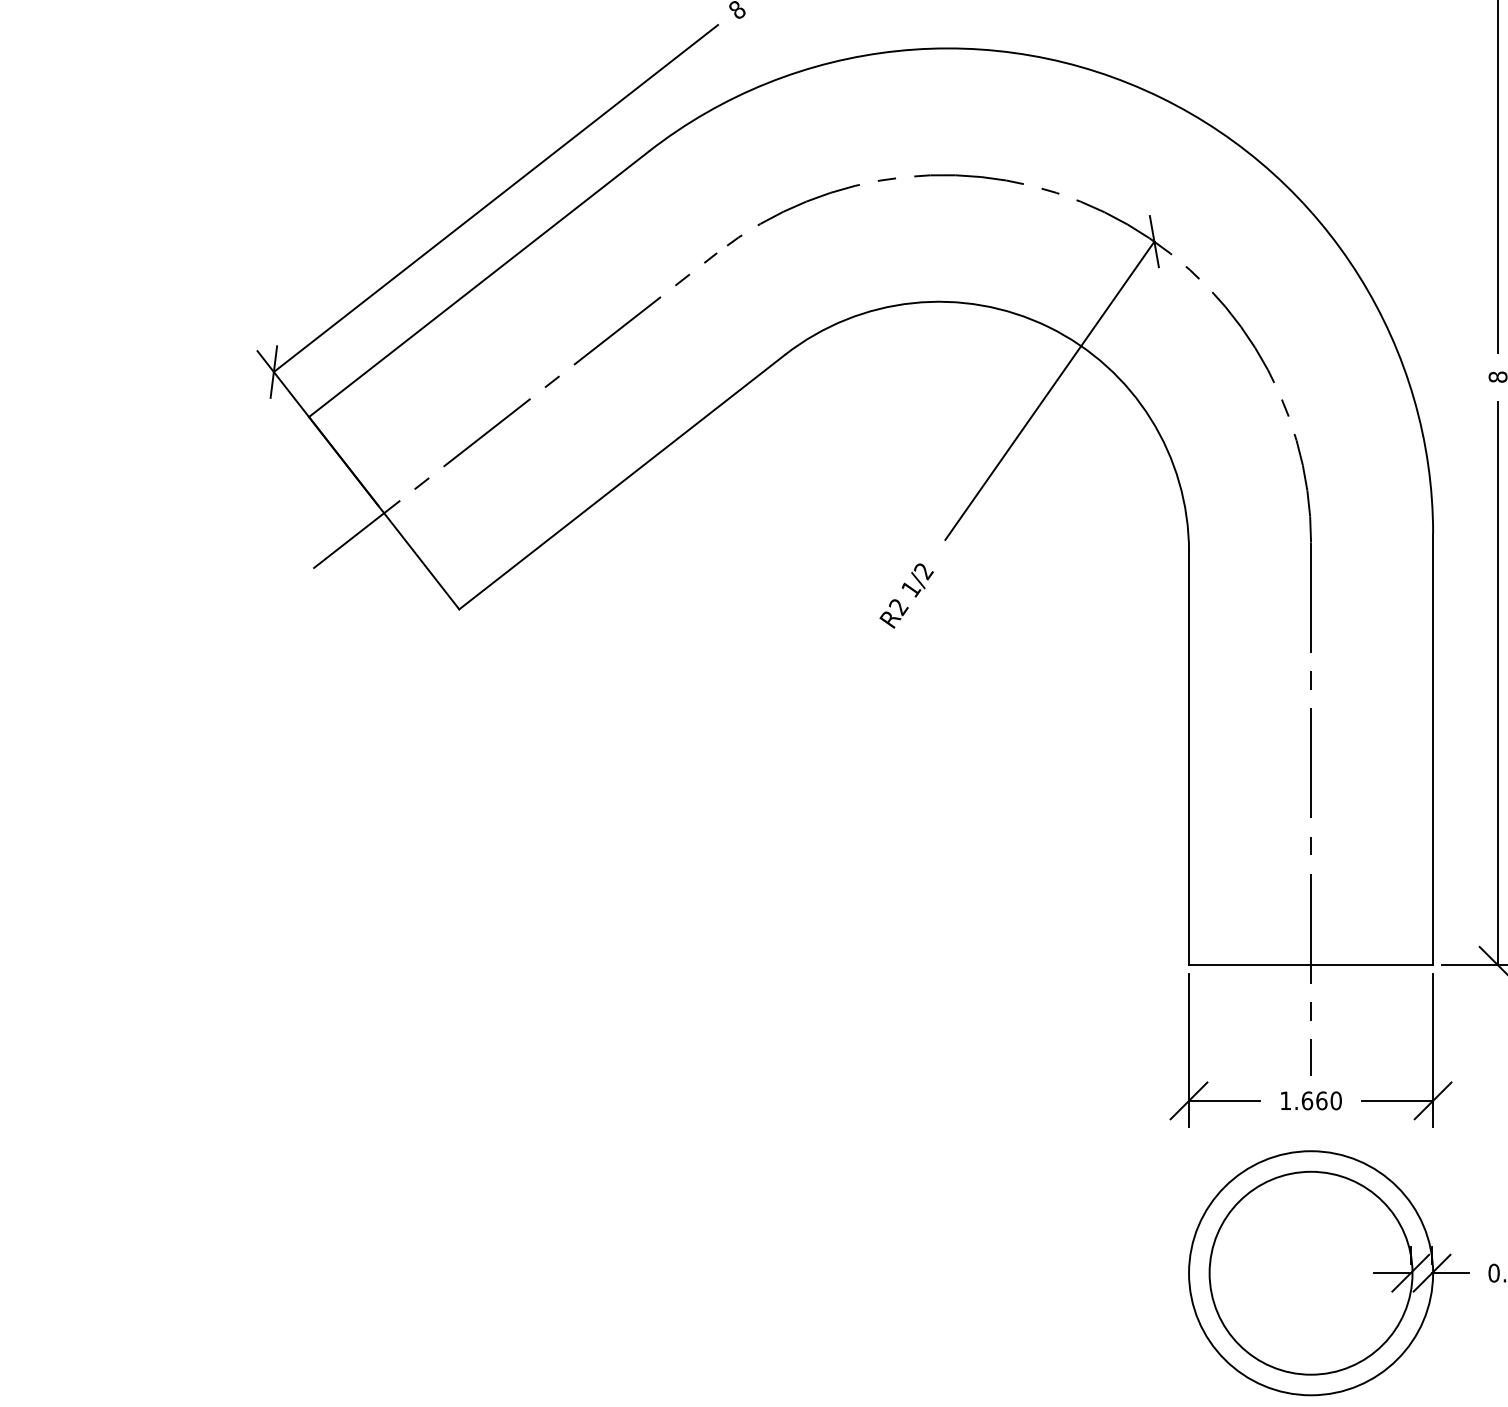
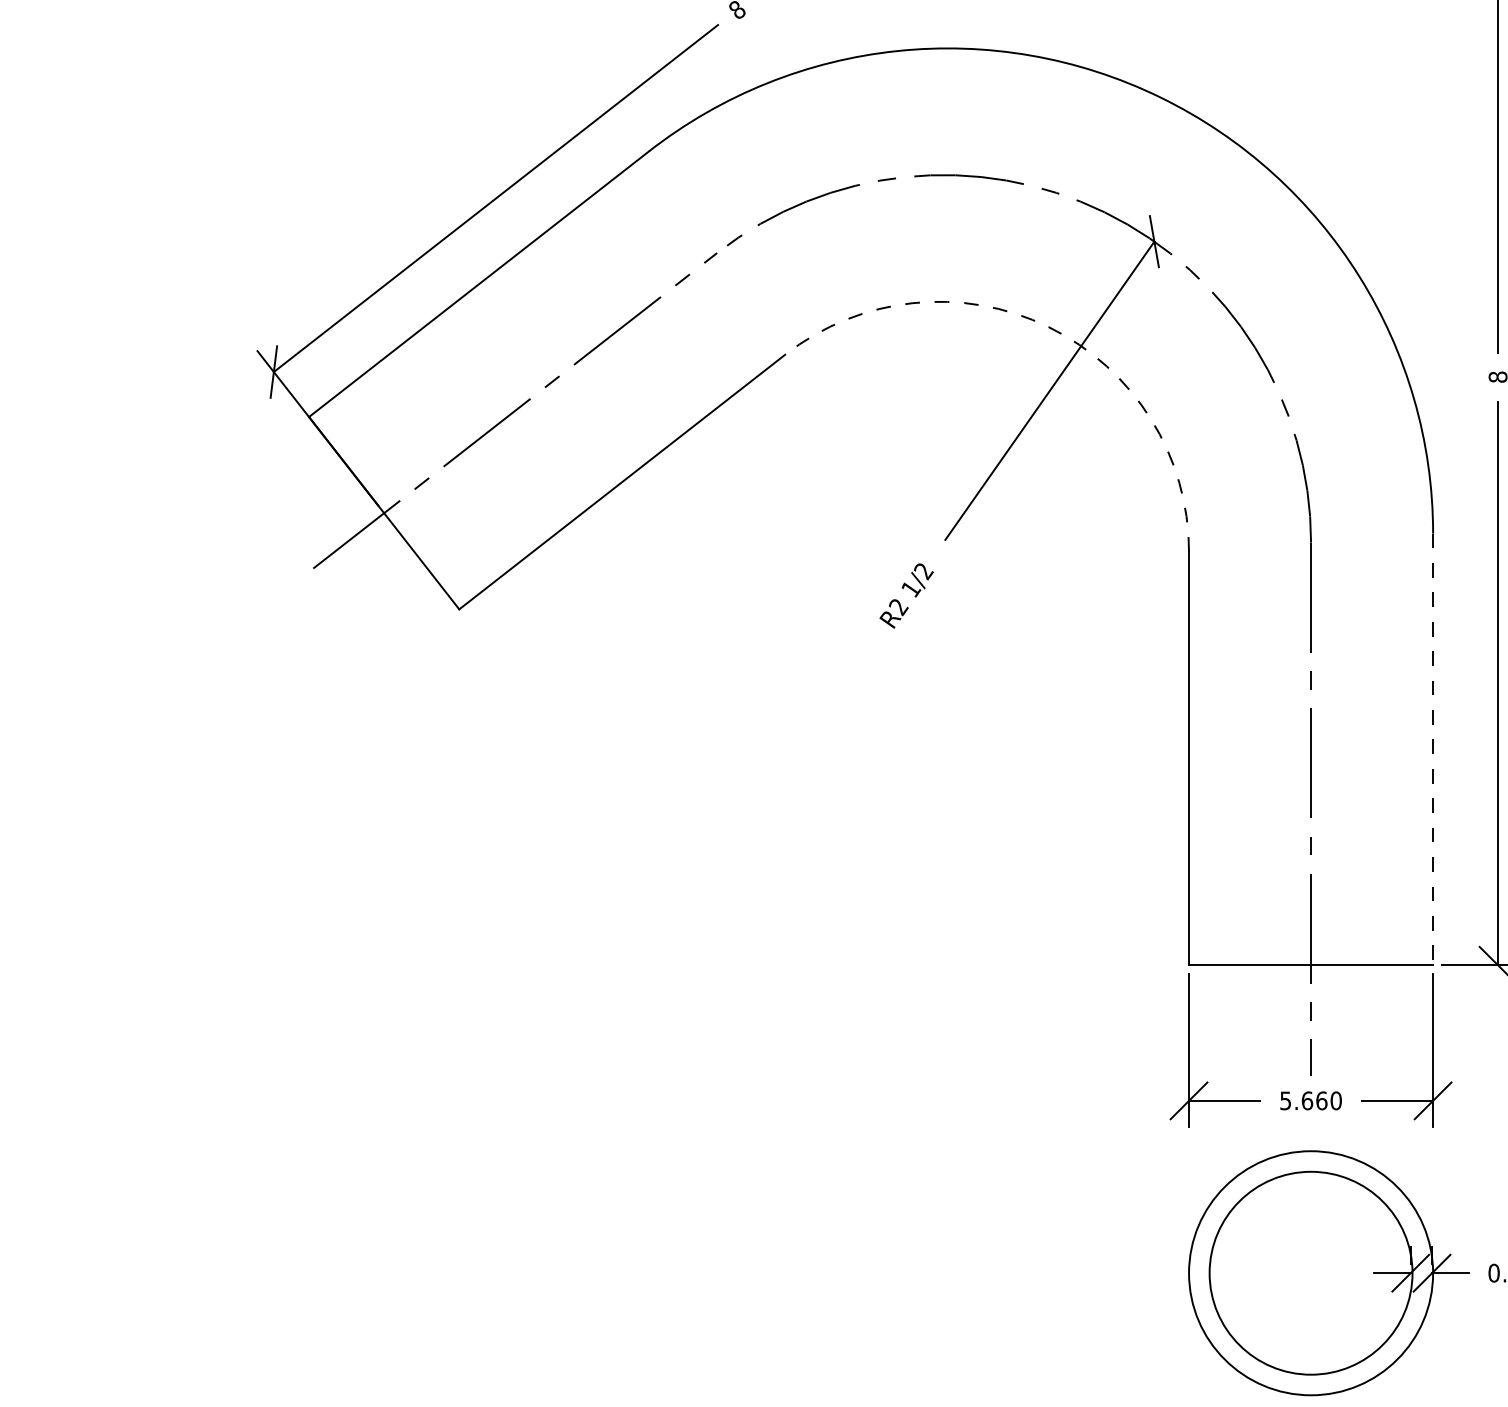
arc at (1048, 327): solid -> dashed
line at (1433, 749): solid -> dashed
text at (1285, 1100): 1.660 -> 5.660
